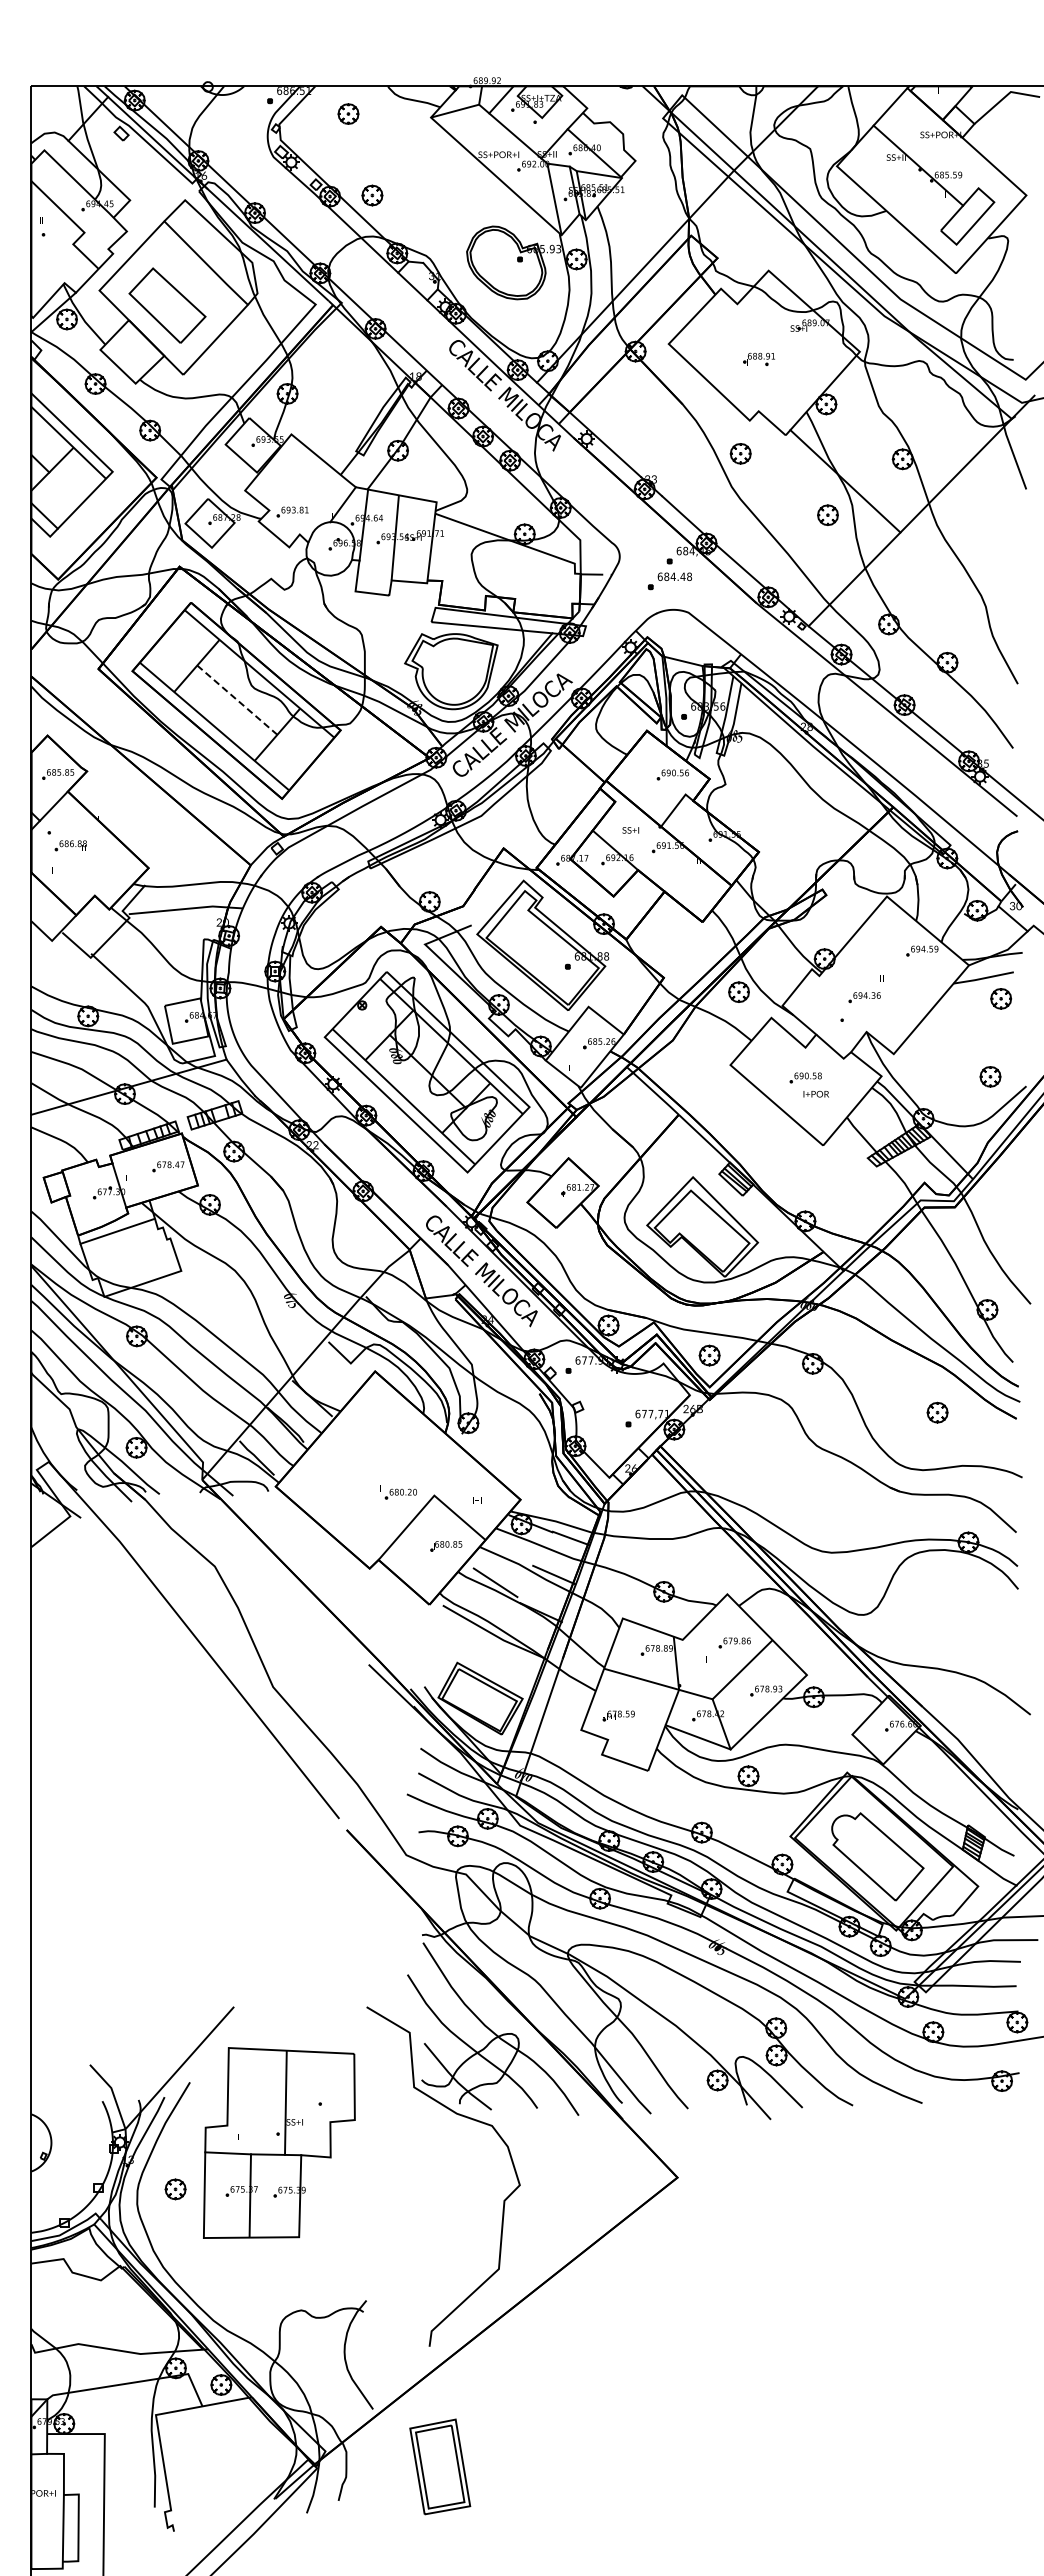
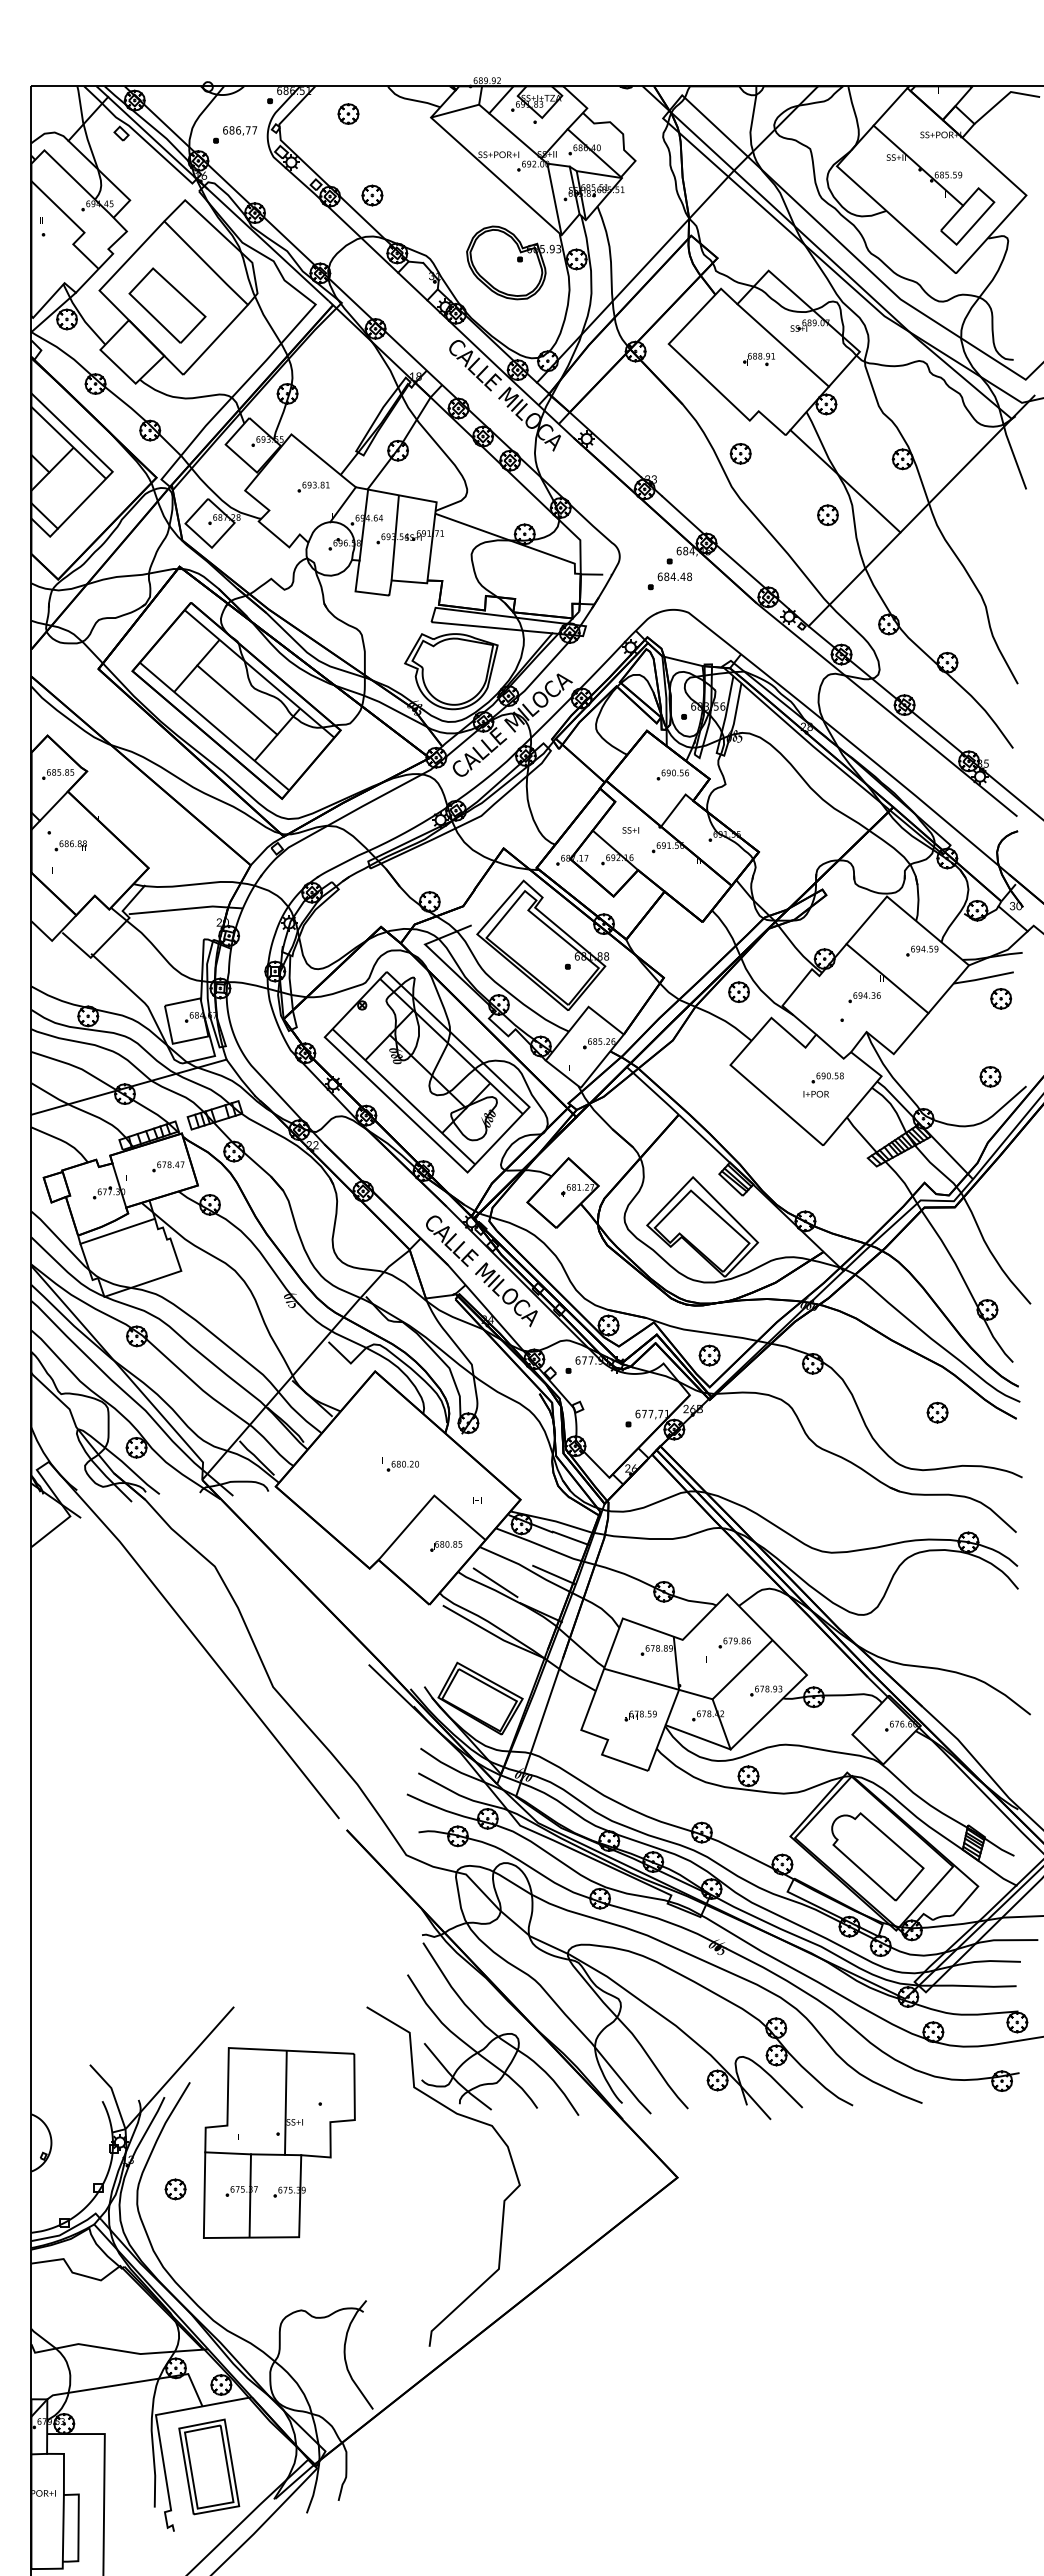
part at (235, 134): none -> present
line at (782, 345): none -> present
part at (292, 511) position: (292, 511) -> (313, 486)
line at (237, 700): dashed -> solid
line at (887, 978): none -> present
part at (805, 1077) position: (805, 1077) -> (827, 1077)
part at (398, 1492) position: (398, 1492) -> (400, 1464)
part at (618, 1715) position: (618, 1715) -> (640, 1715)
part at (440, 2466) position: (440, 2466) -> (209, 2466)
